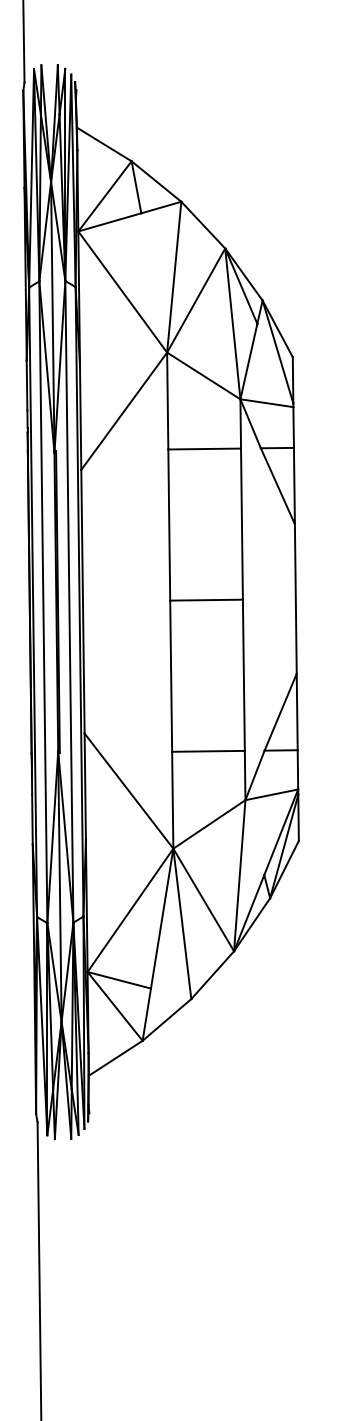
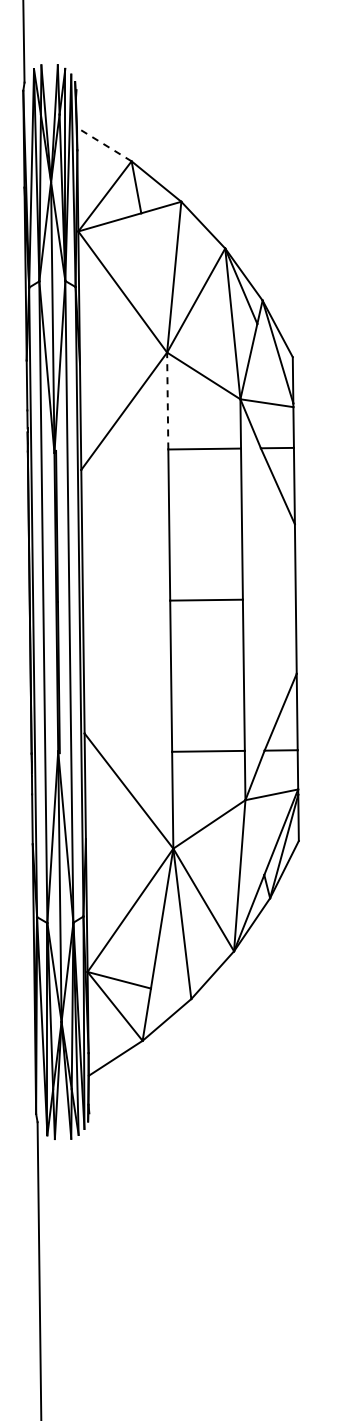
line at (103, 144): solid -> dashed
line at (167, 400): solid -> dashed
